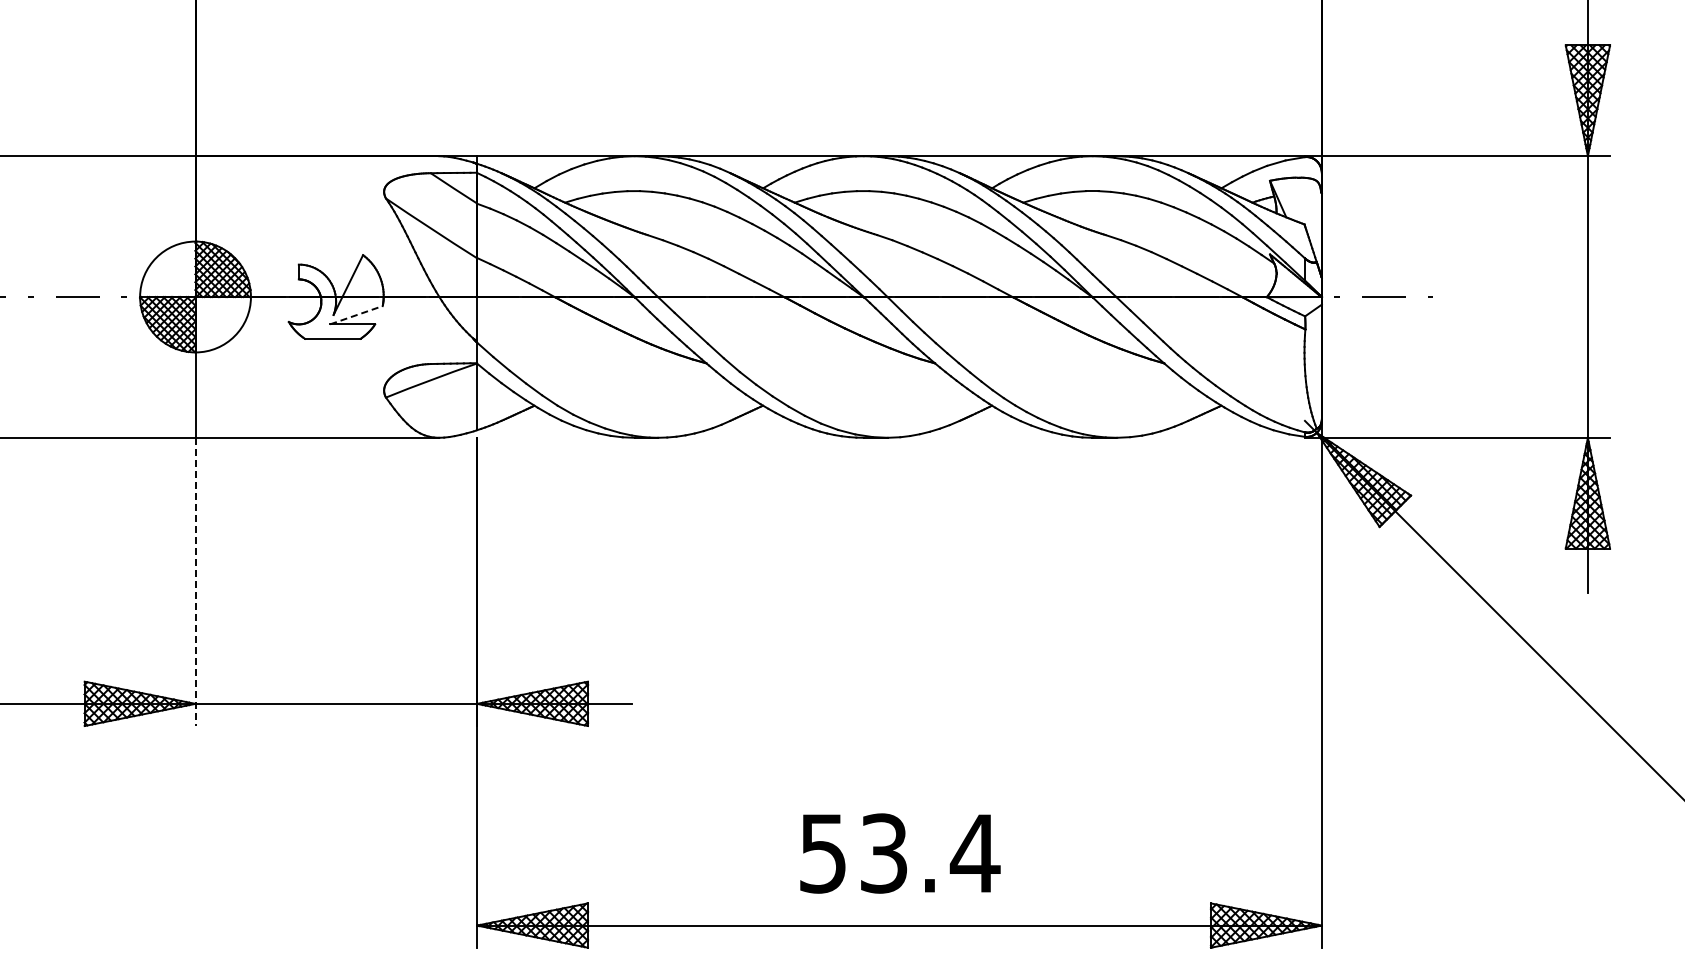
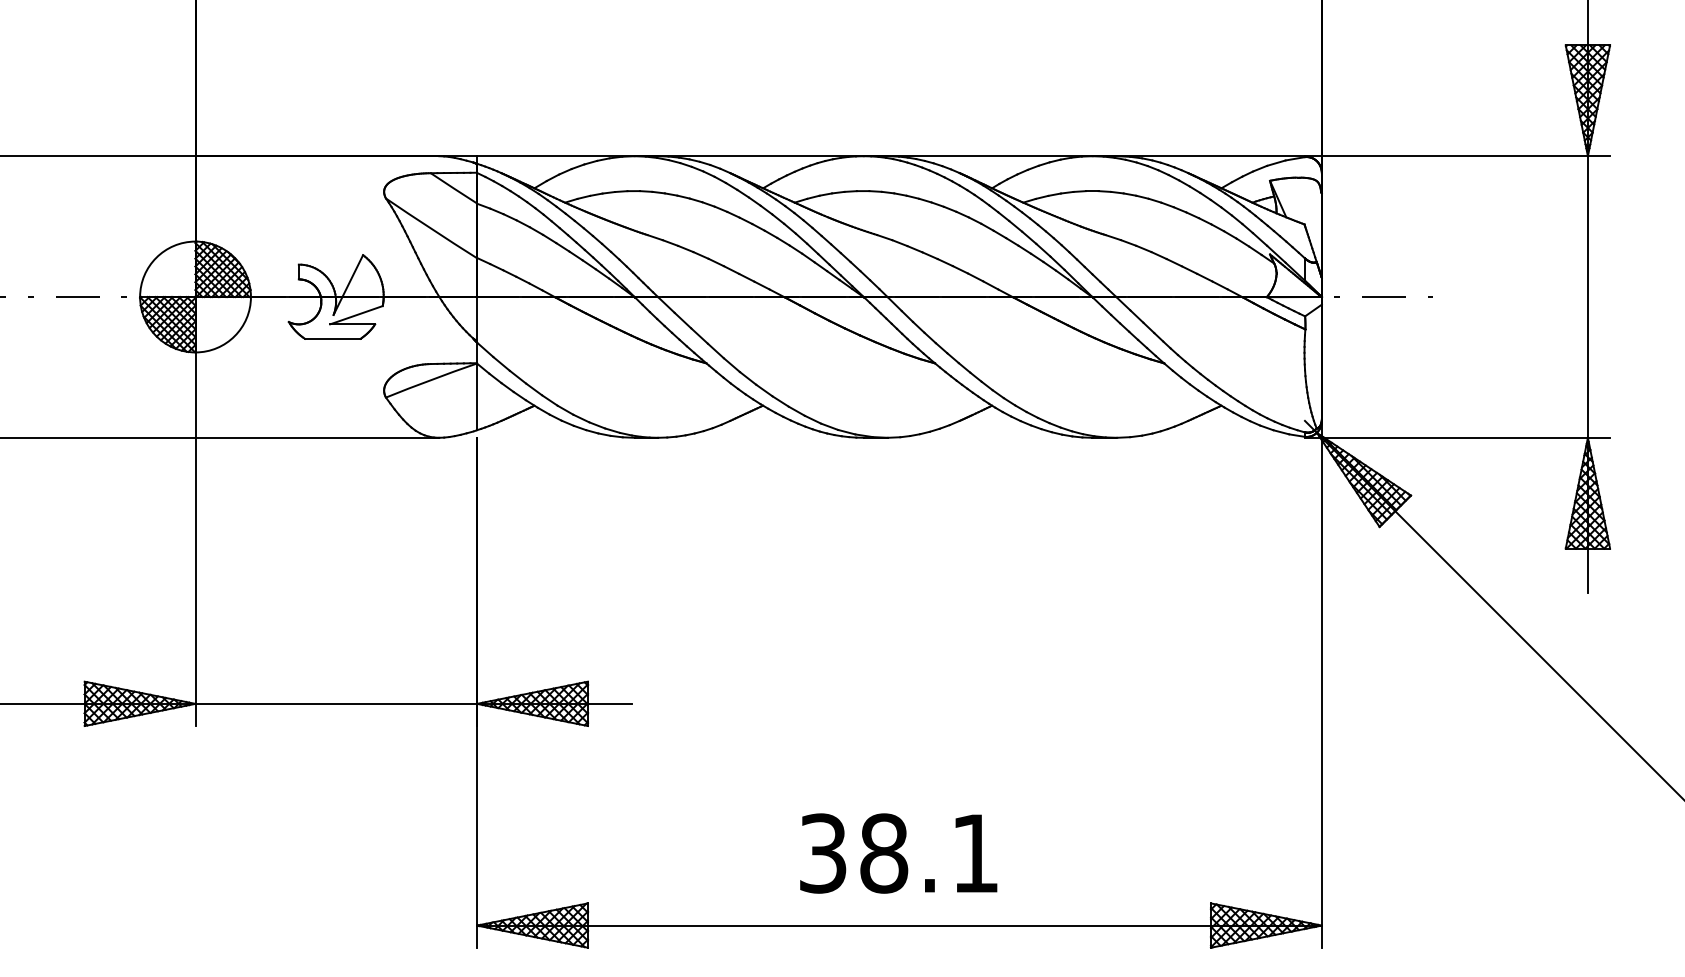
line at (356, 315): dashed -> solid
line at (195, 582): dashed -> solid
text at (900, 853): 53.4 -> 38.1
